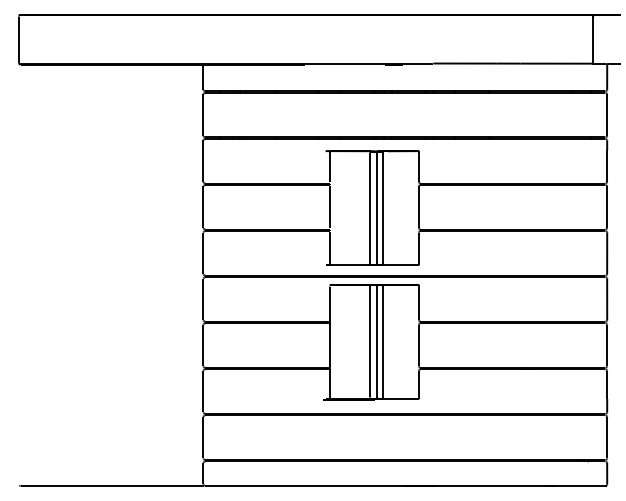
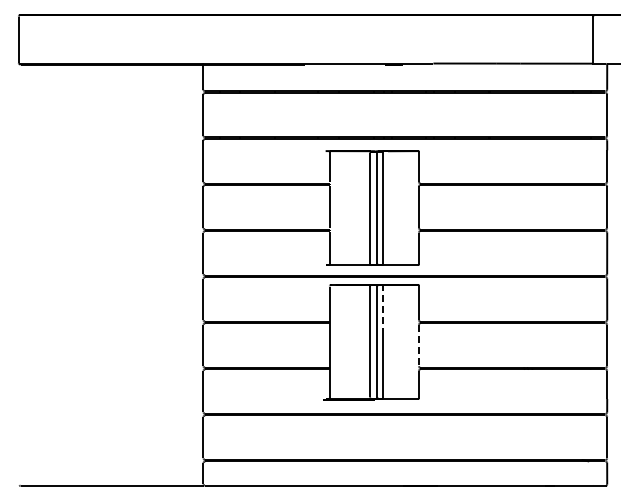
line at (383, 310): solid -> dashed
line at (418, 345): solid -> dashed
